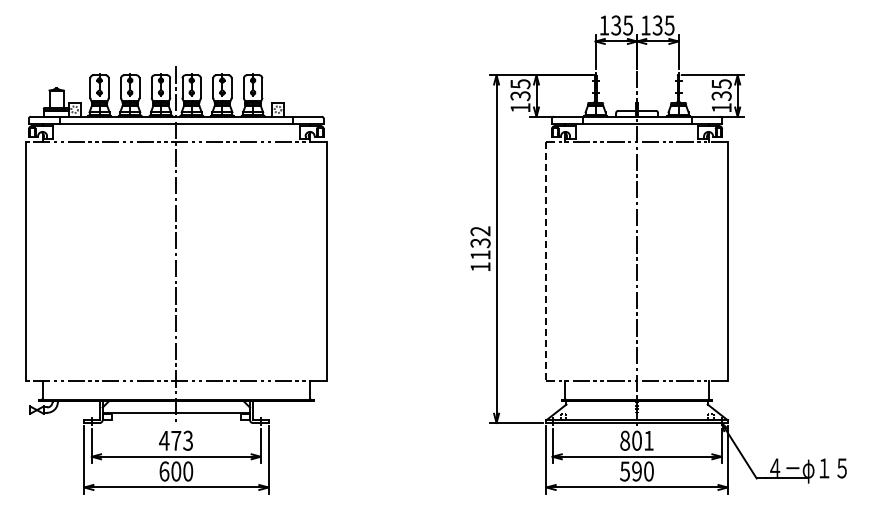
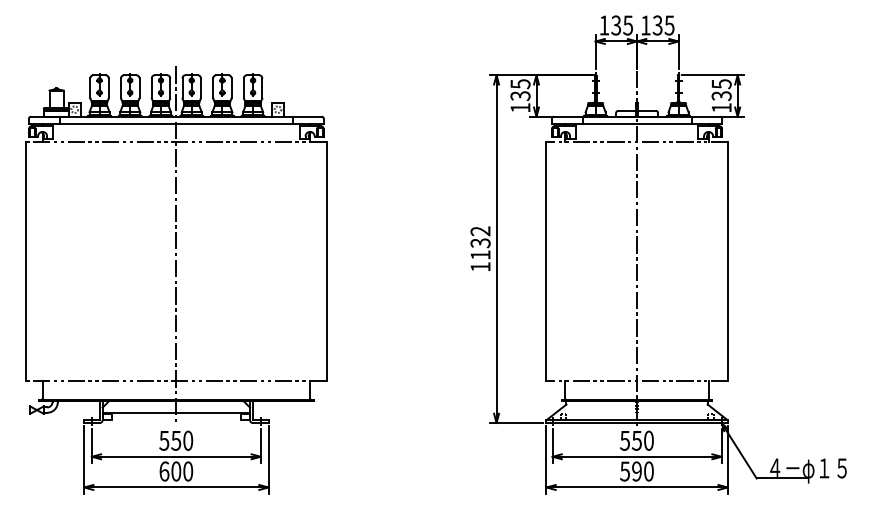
line at (546, 262): dashed -> solid
text at (176, 440): 473 -> 550
text at (636, 440): 801 -> 550
